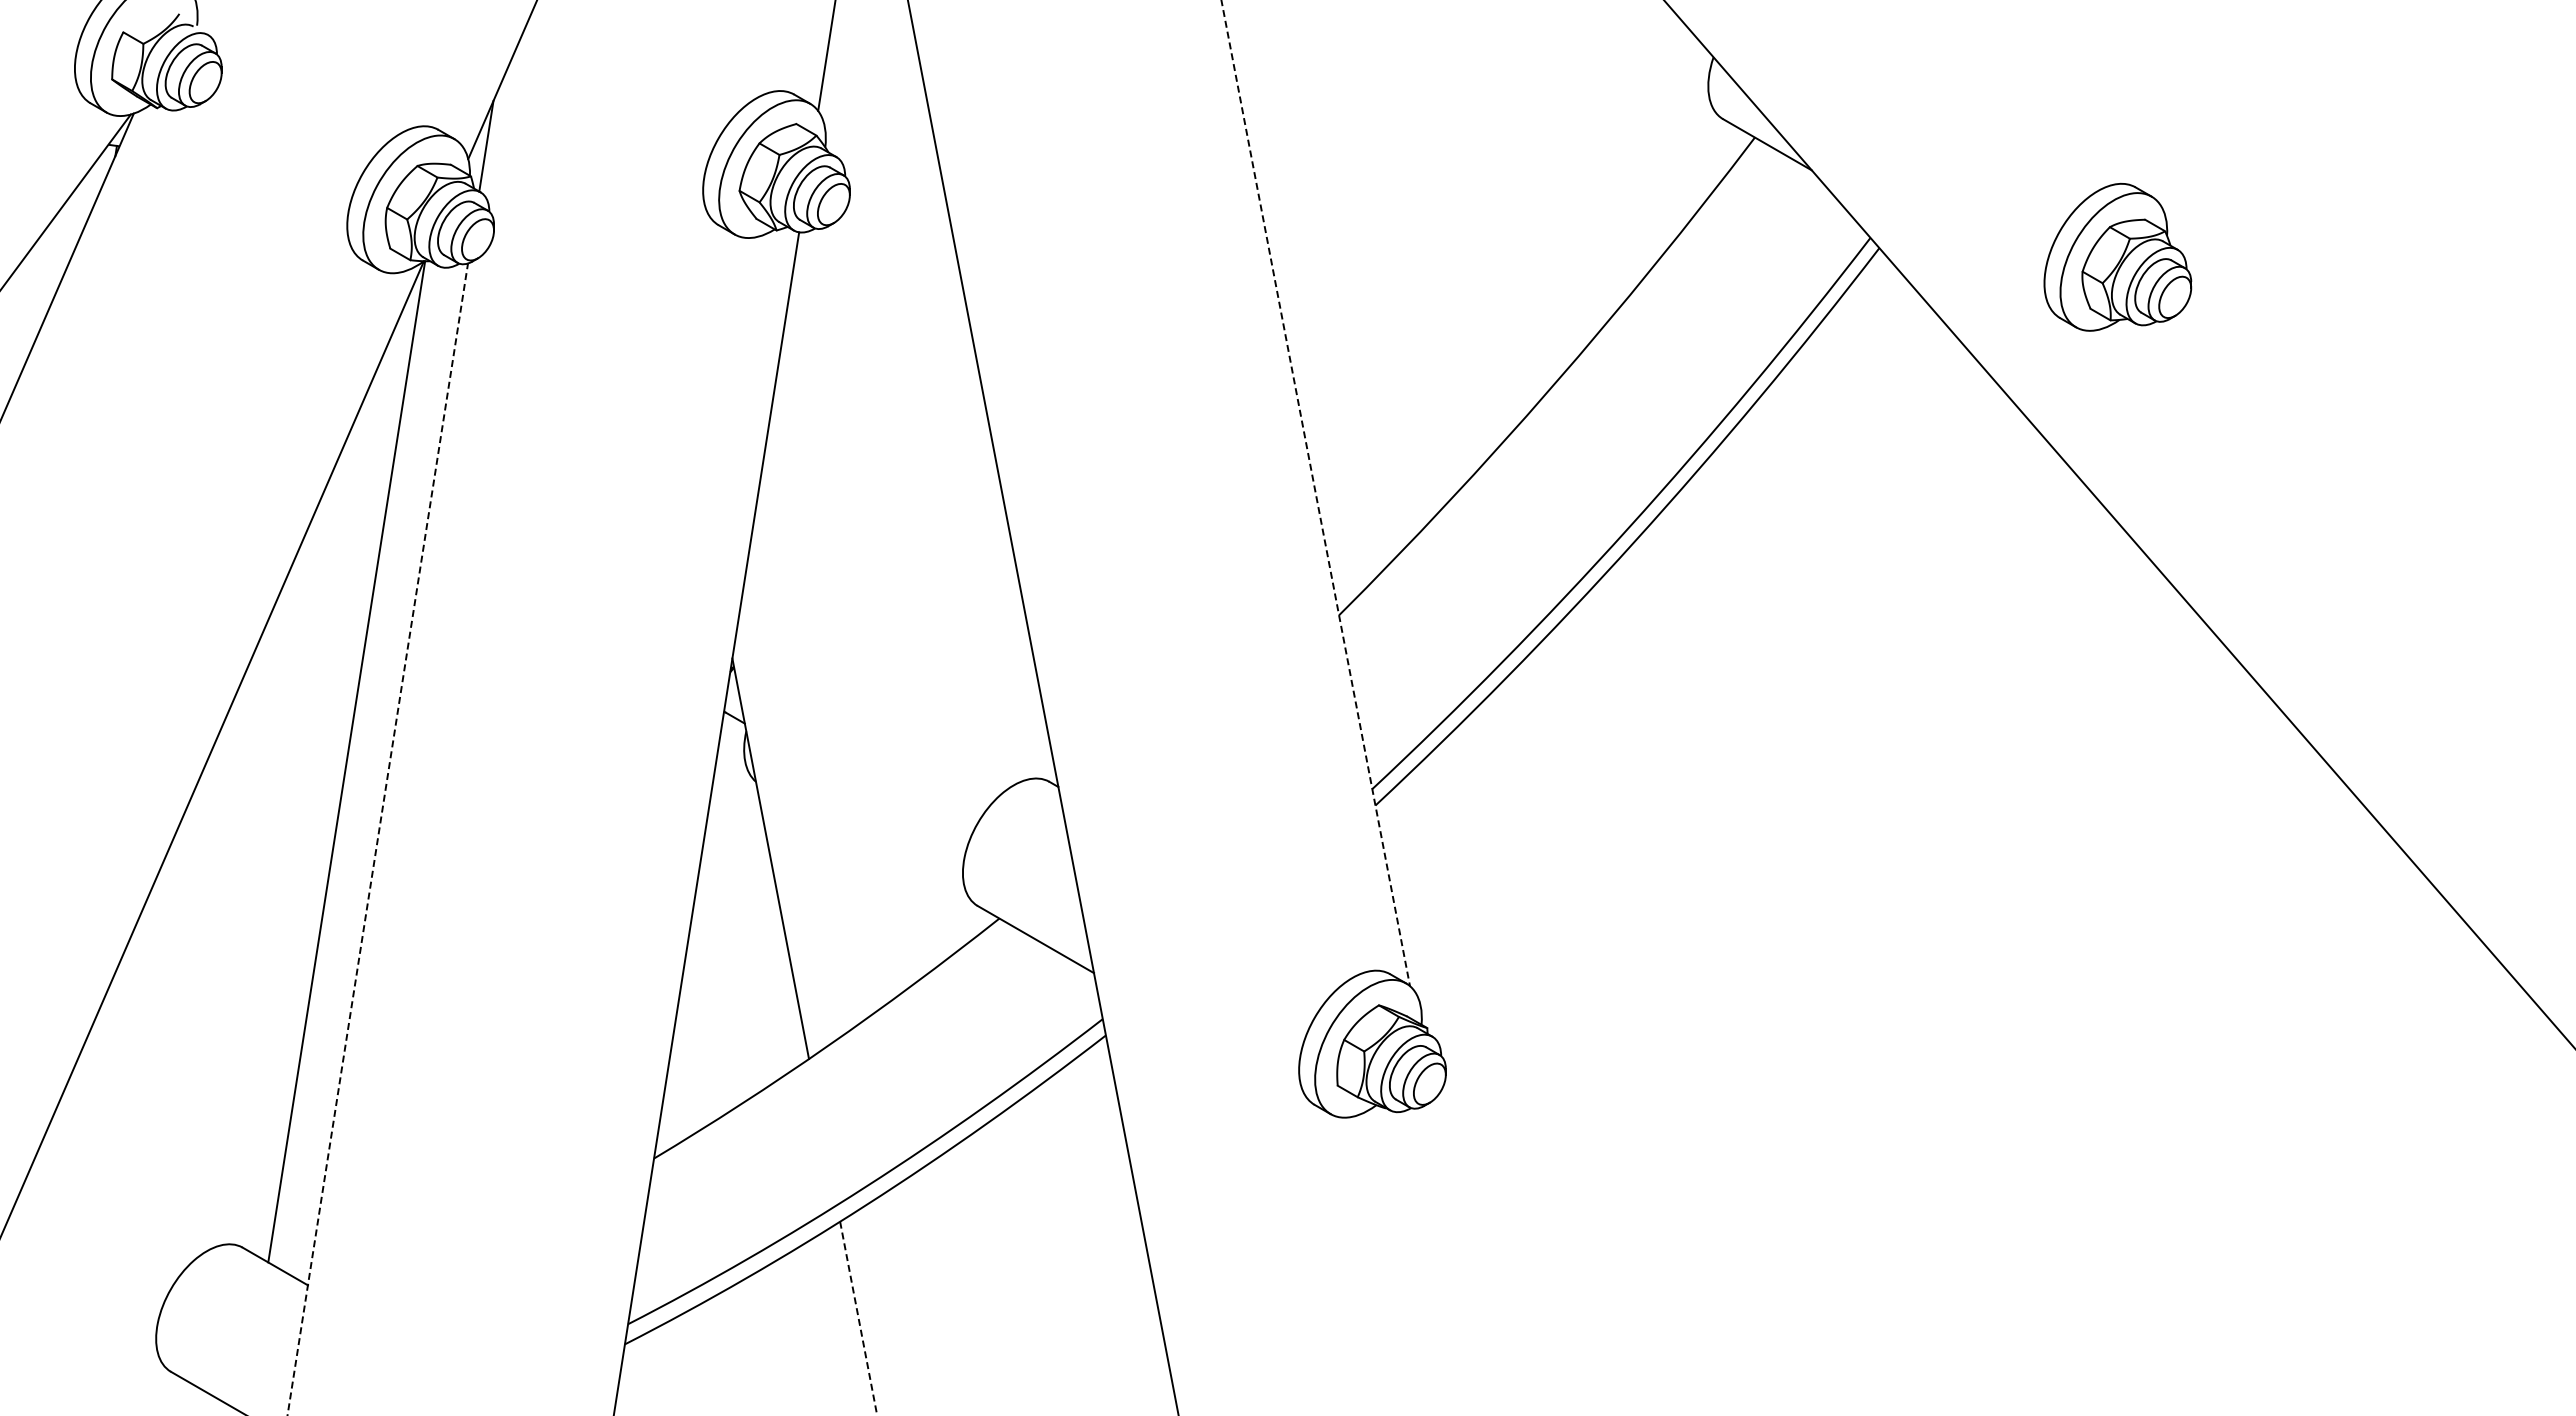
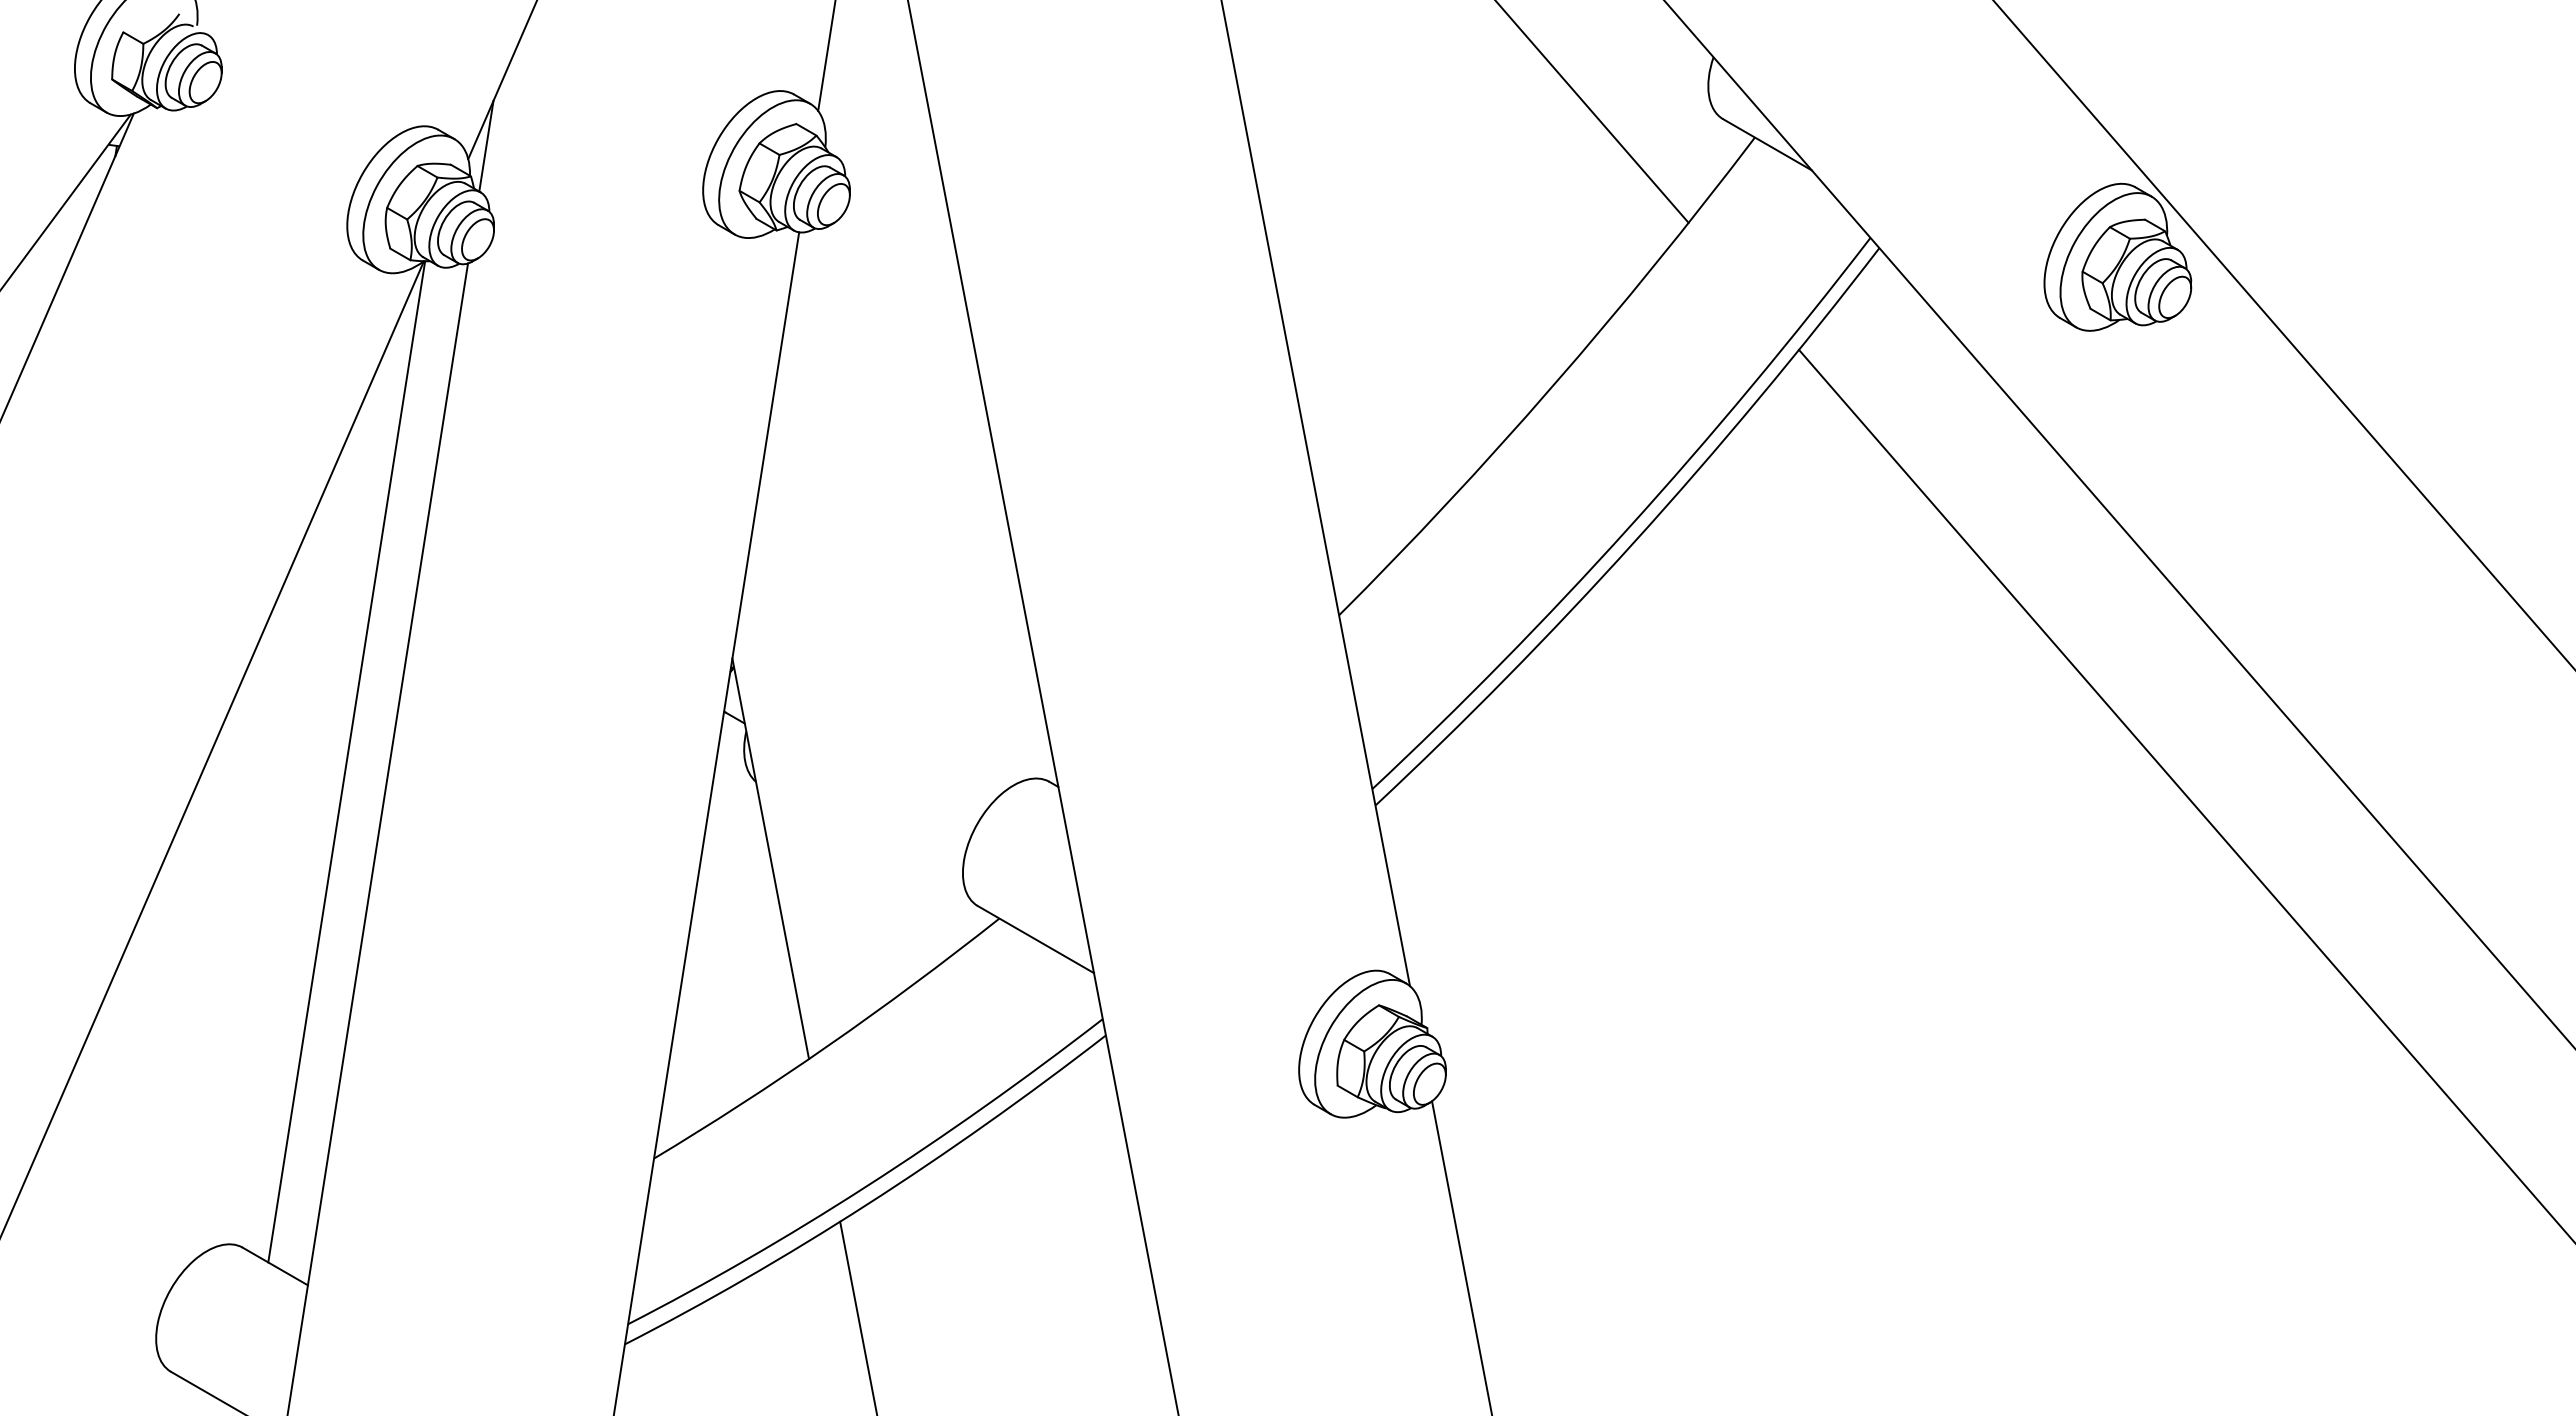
line at (1592, 112): none -> present
line at (2283, 334): none -> present
line at (1315, 493): dashed -> solid
line at (2185, 794): none -> present
line at (377, 839): dashed -> solid
line at (1461, 1256): none -> present
line at (858, 1318): dashed -> solid
